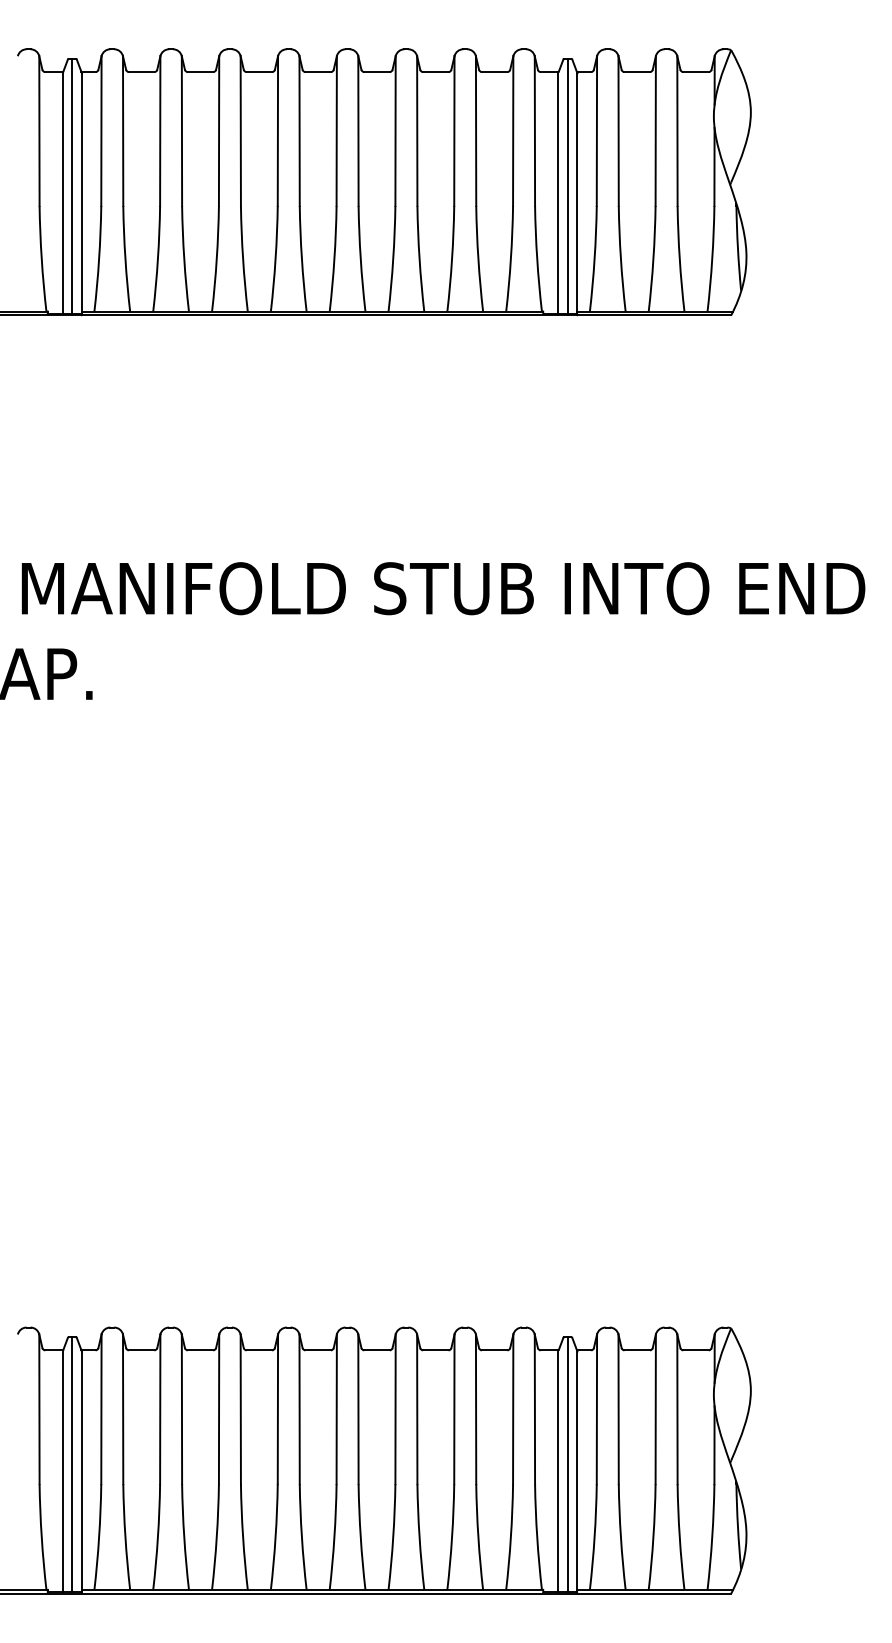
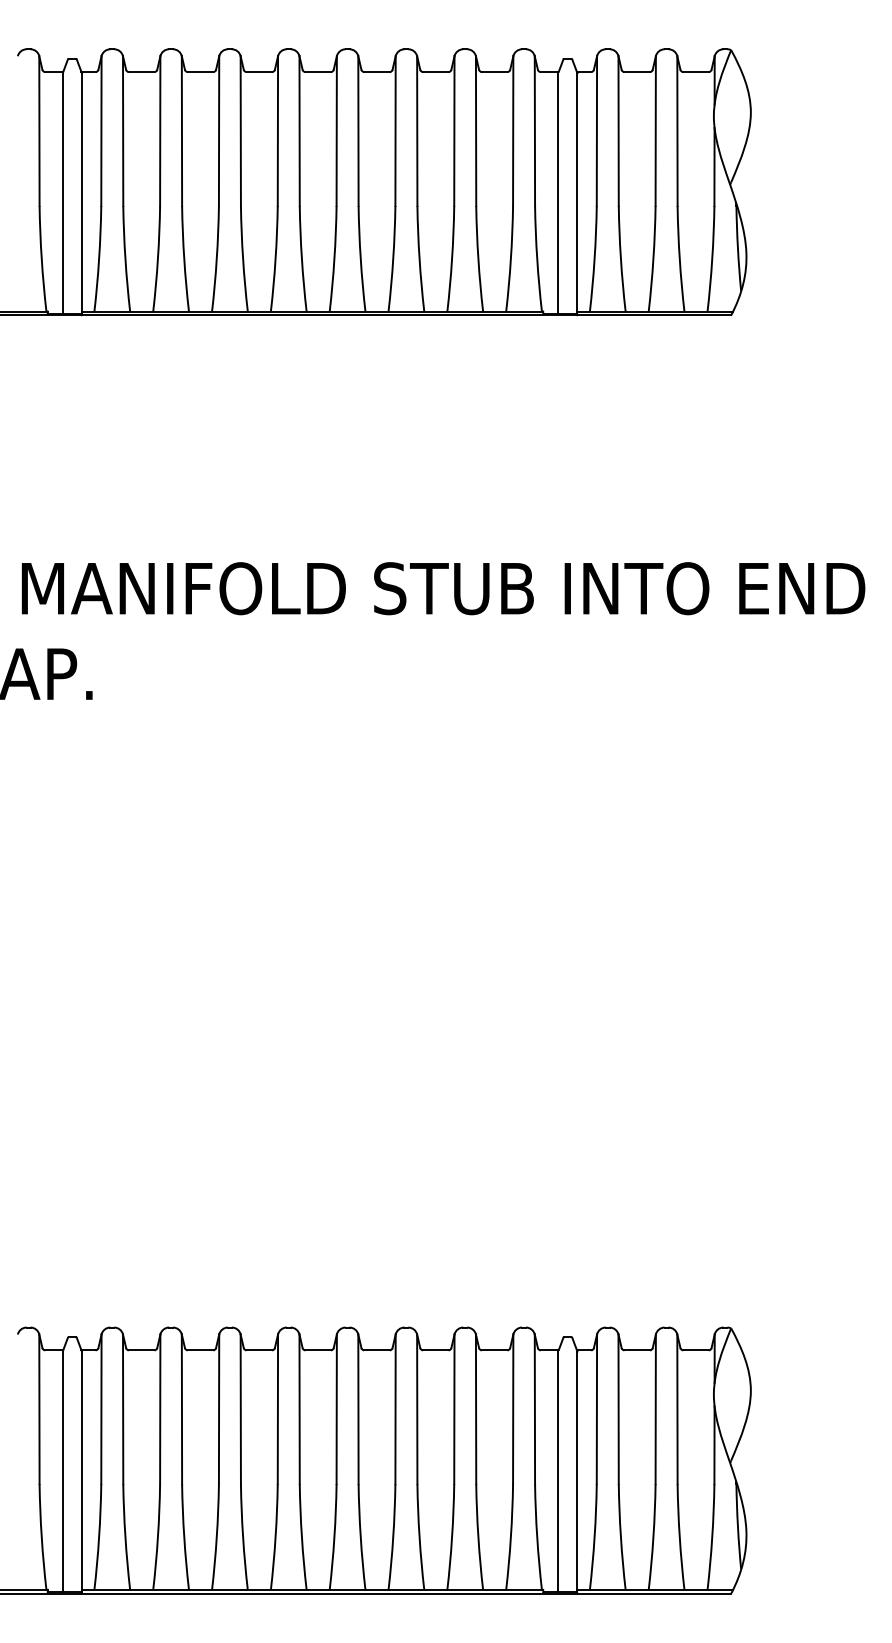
line at (72, 186): present -> none
line at (567, 186): present -> none
line at (72, 1464): present -> none
line at (567, 1464): present -> none
